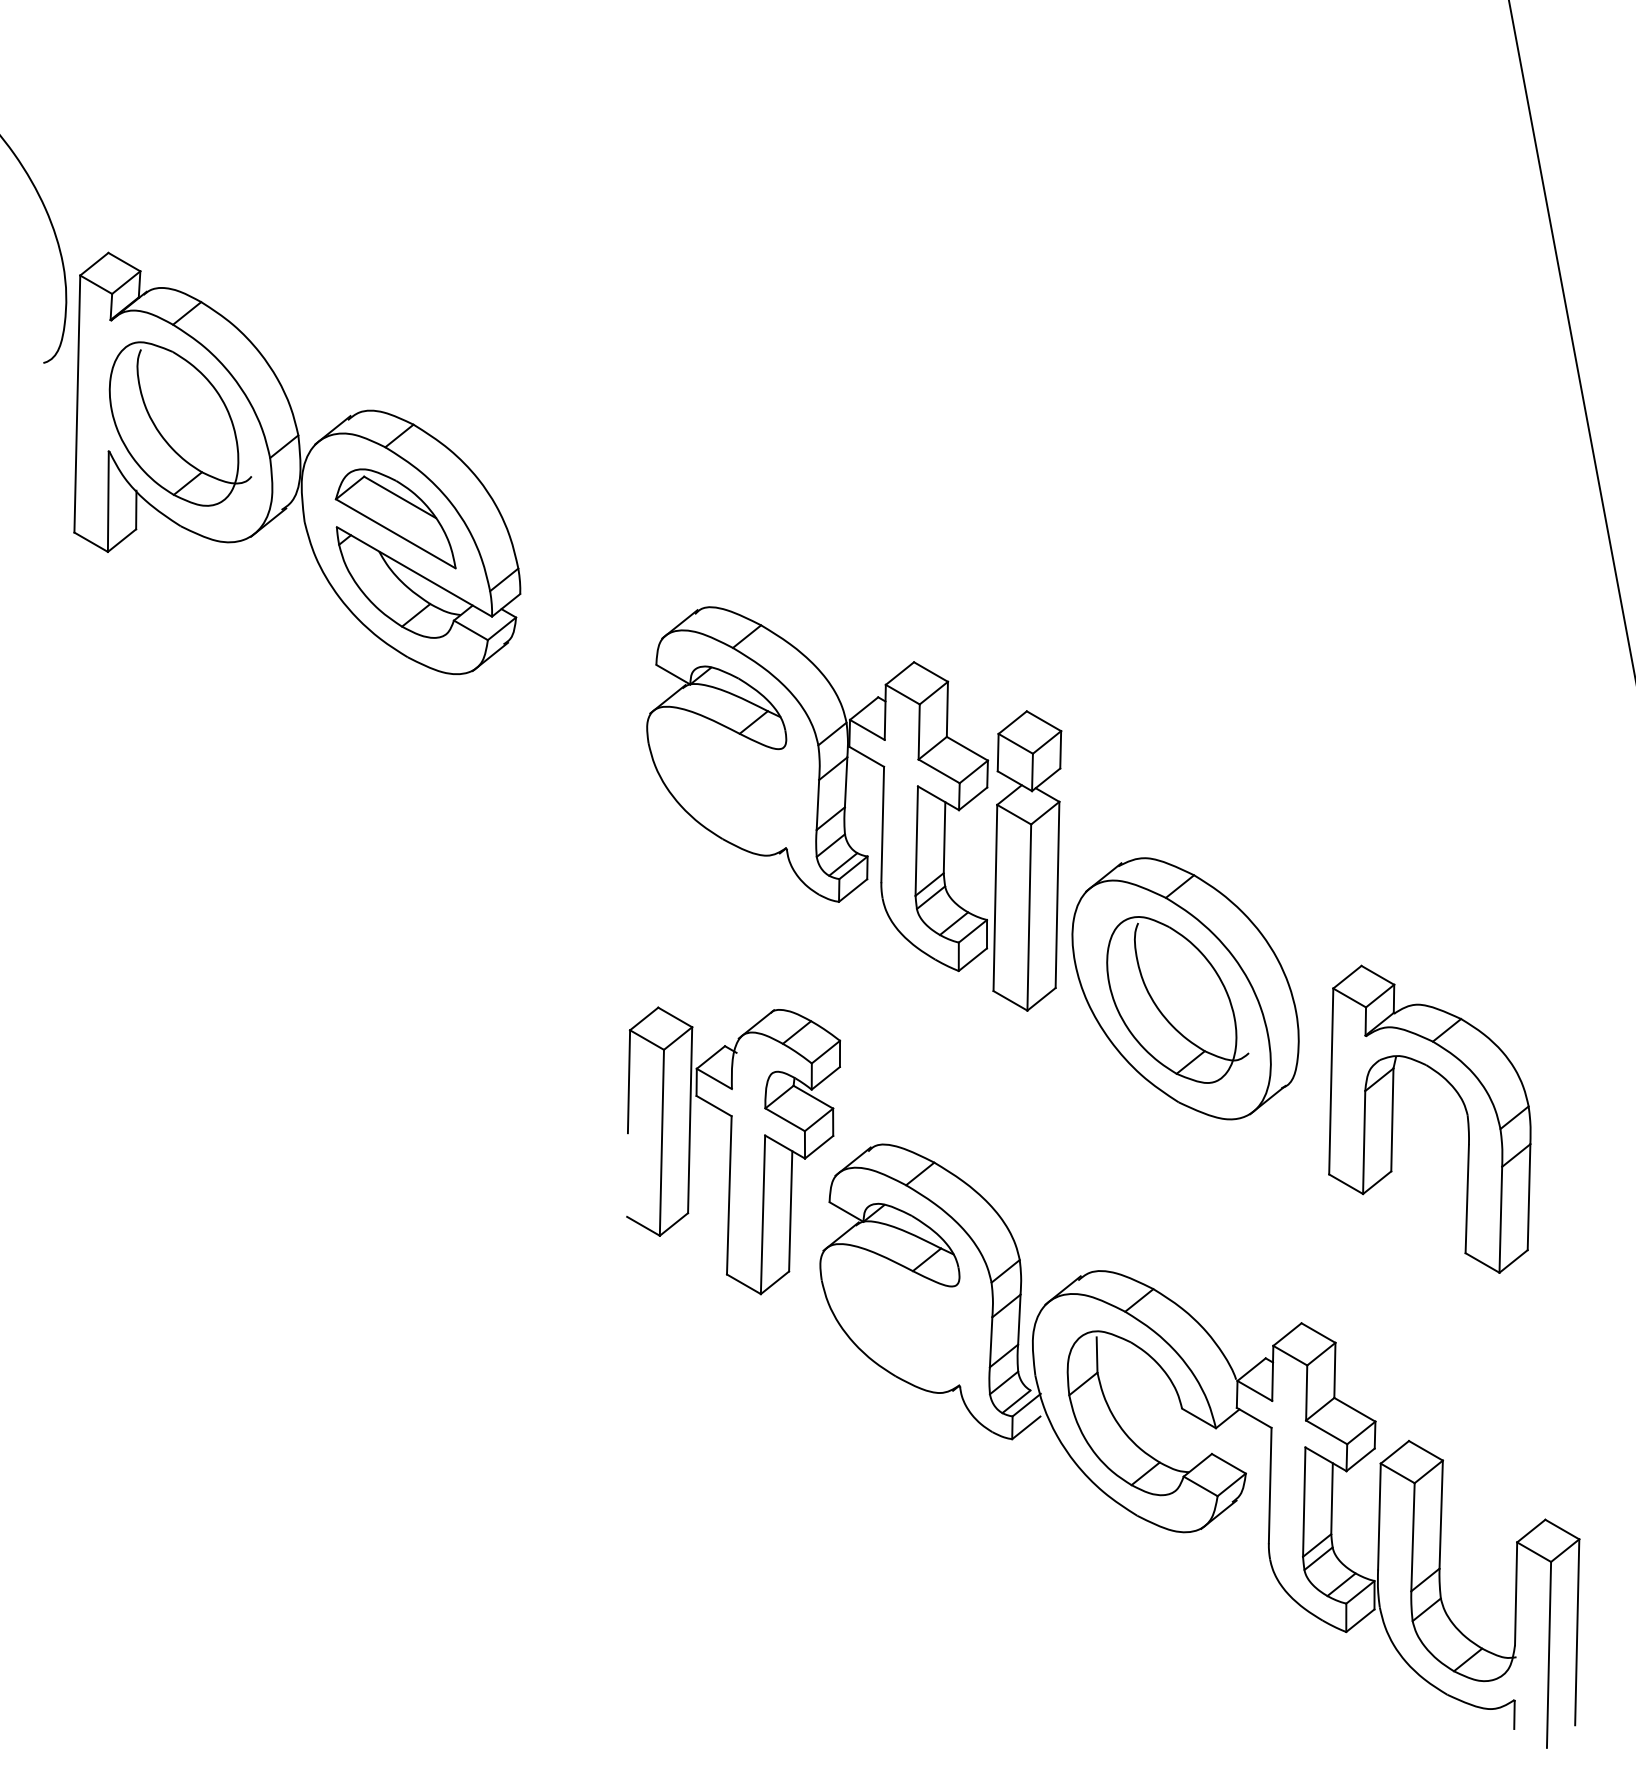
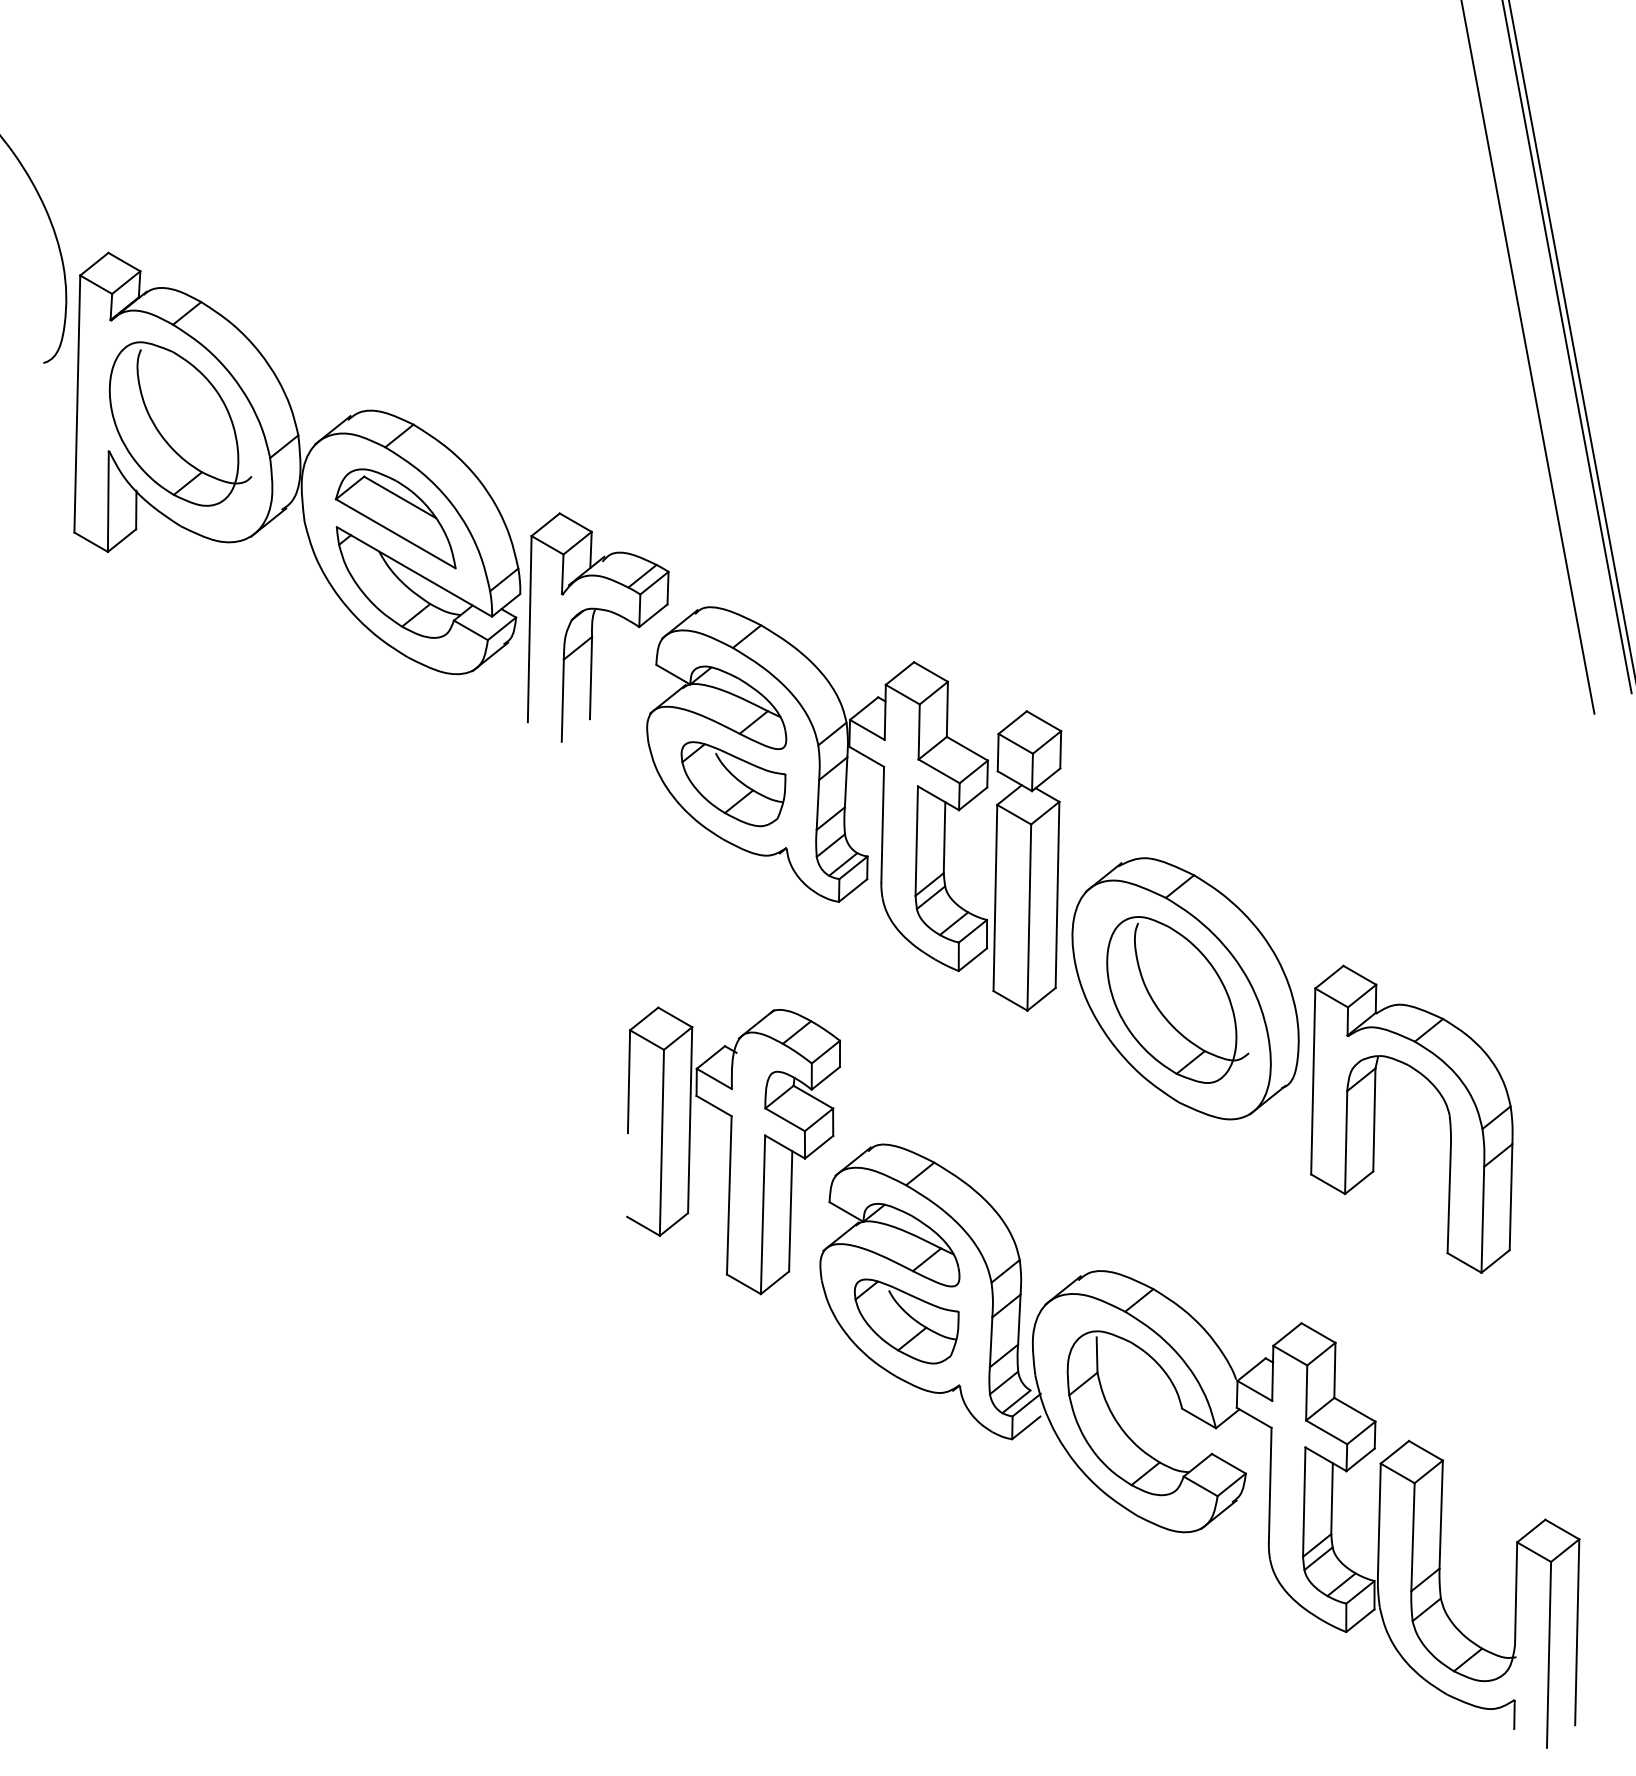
line at (1566, 347): none -> present
line at (1527, 357): none -> present
part at (598, 627): none -> present
part at (733, 784): none -> present
part at (1393, 1118) position: (1393, 1118) -> (1375, 1118)
part at (906, 1321): none -> present
